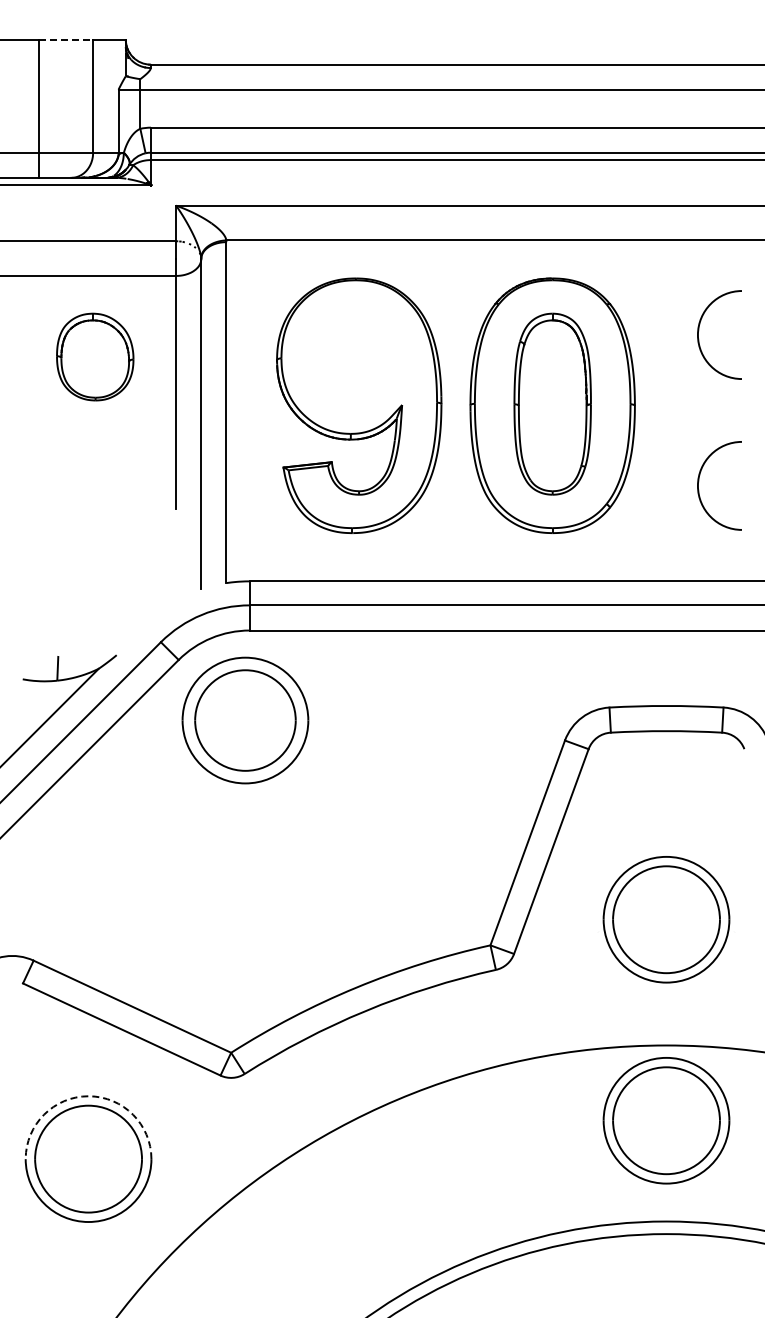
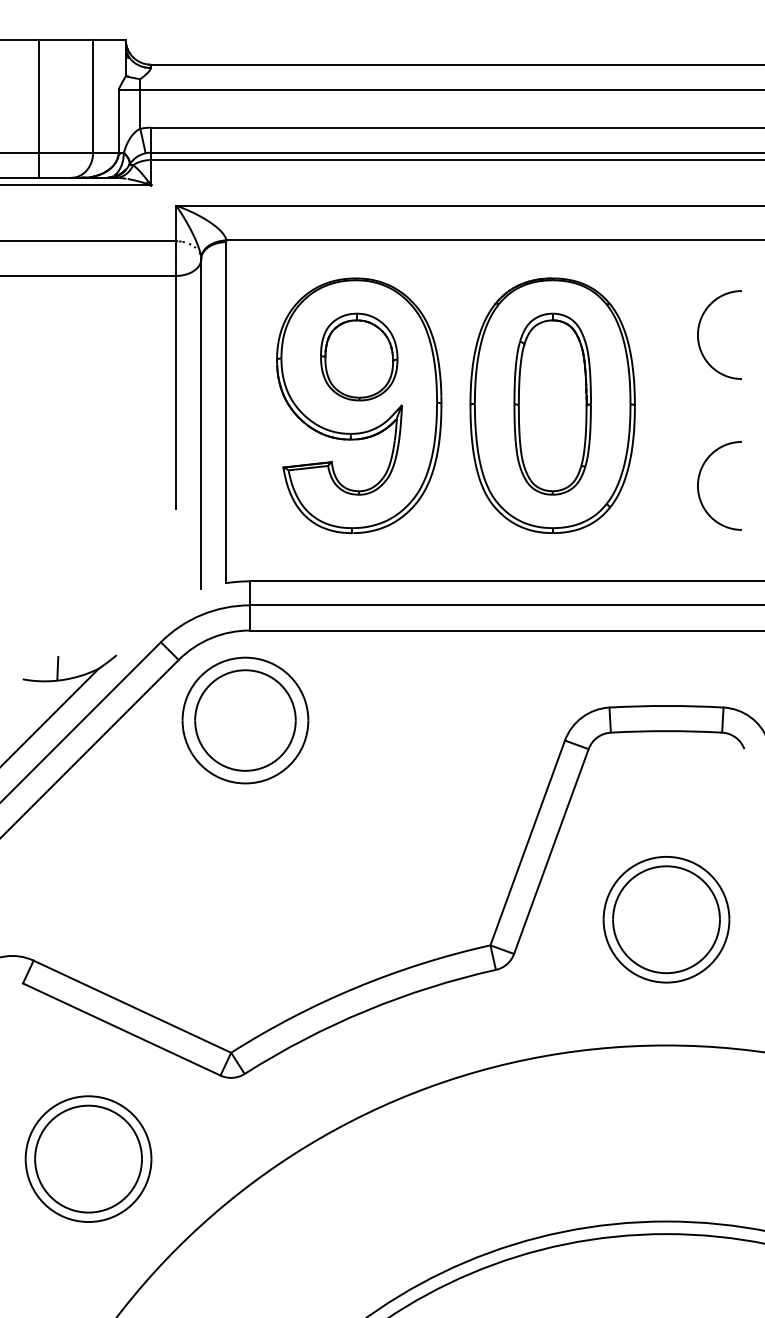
line at (66, 39): dashed -> solid
part at (95, 356) position: (95, 356) -> (359, 356)
arc at (88, 1096): dashed -> solid
part at (666, 1120): present -> none
